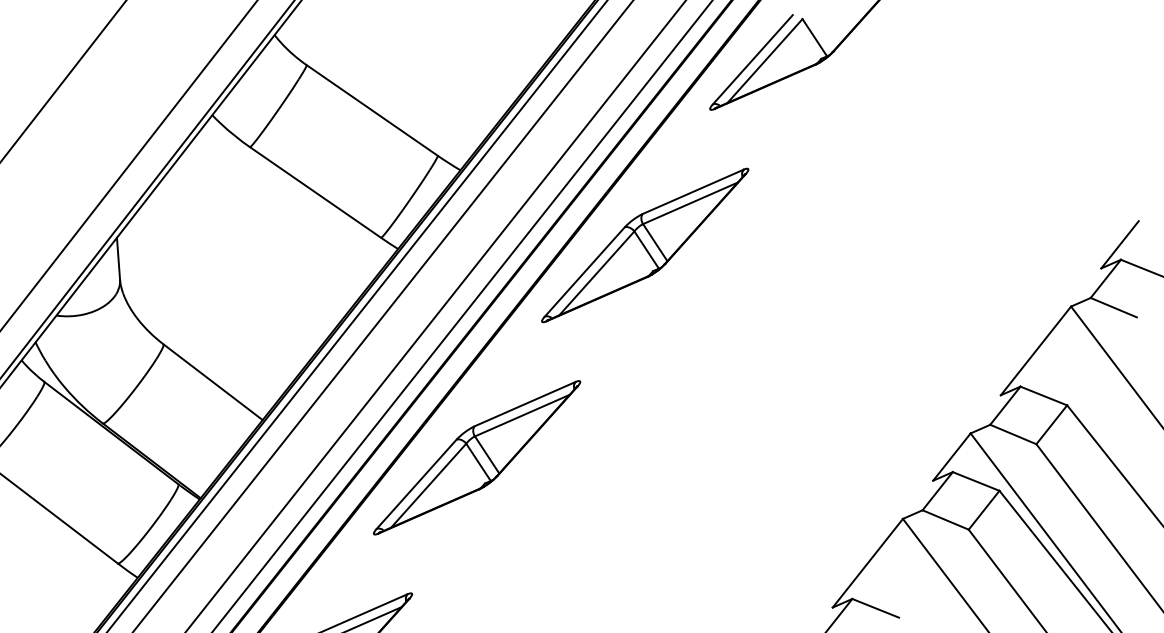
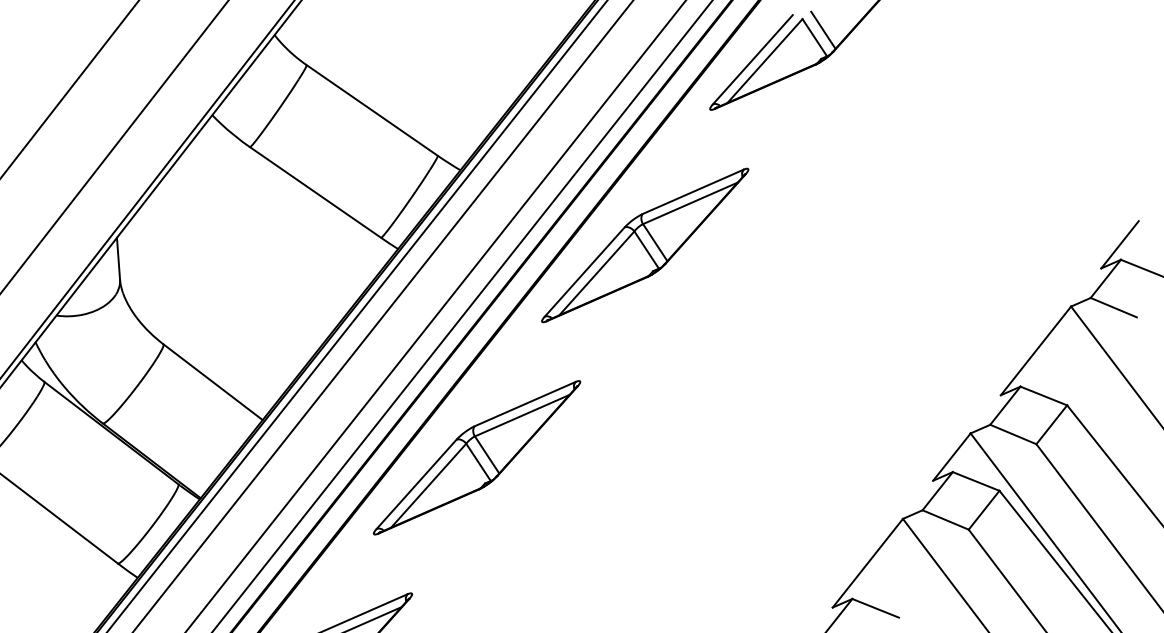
line at (823, 29): none -> present
line at (63, 80) position: (63, 80) -> (69, 89)
line at (128, 165) position: (128, 165) -> (114, 146)
